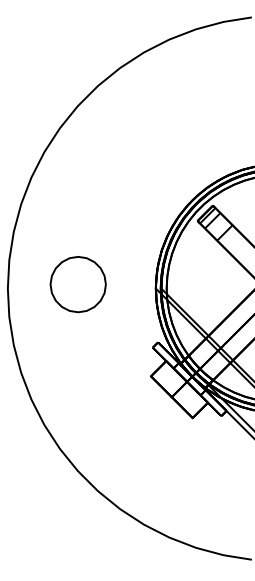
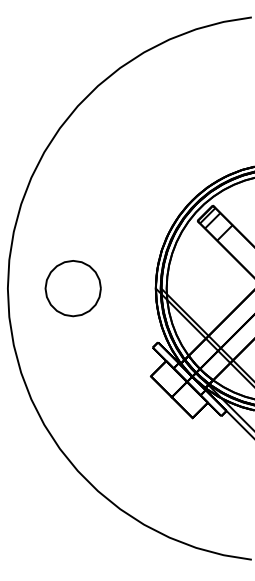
part at (77, 284) position: (77, 284) -> (72, 288)
